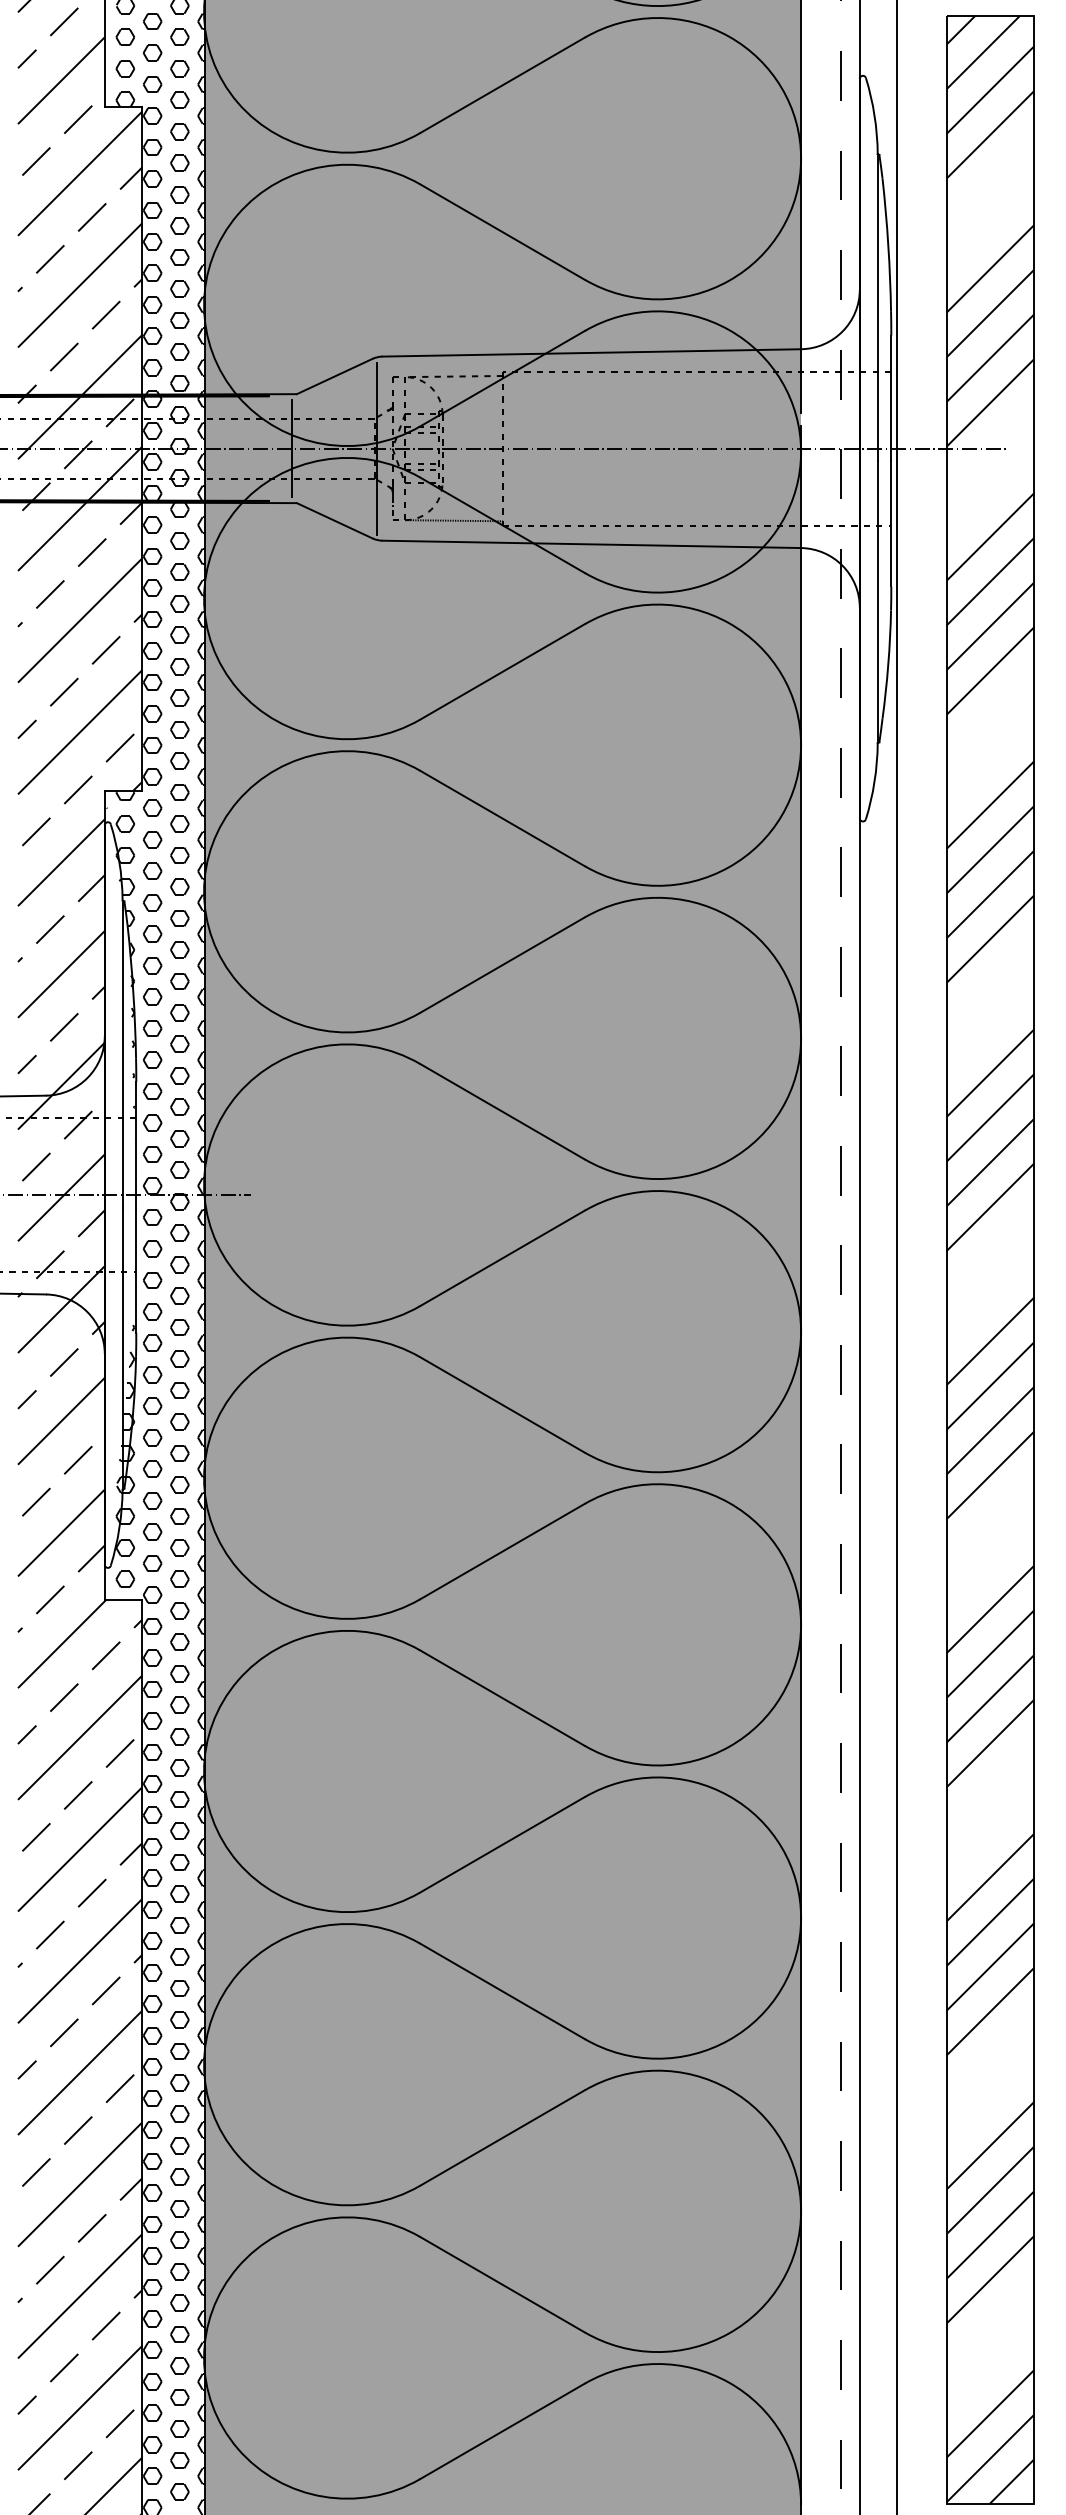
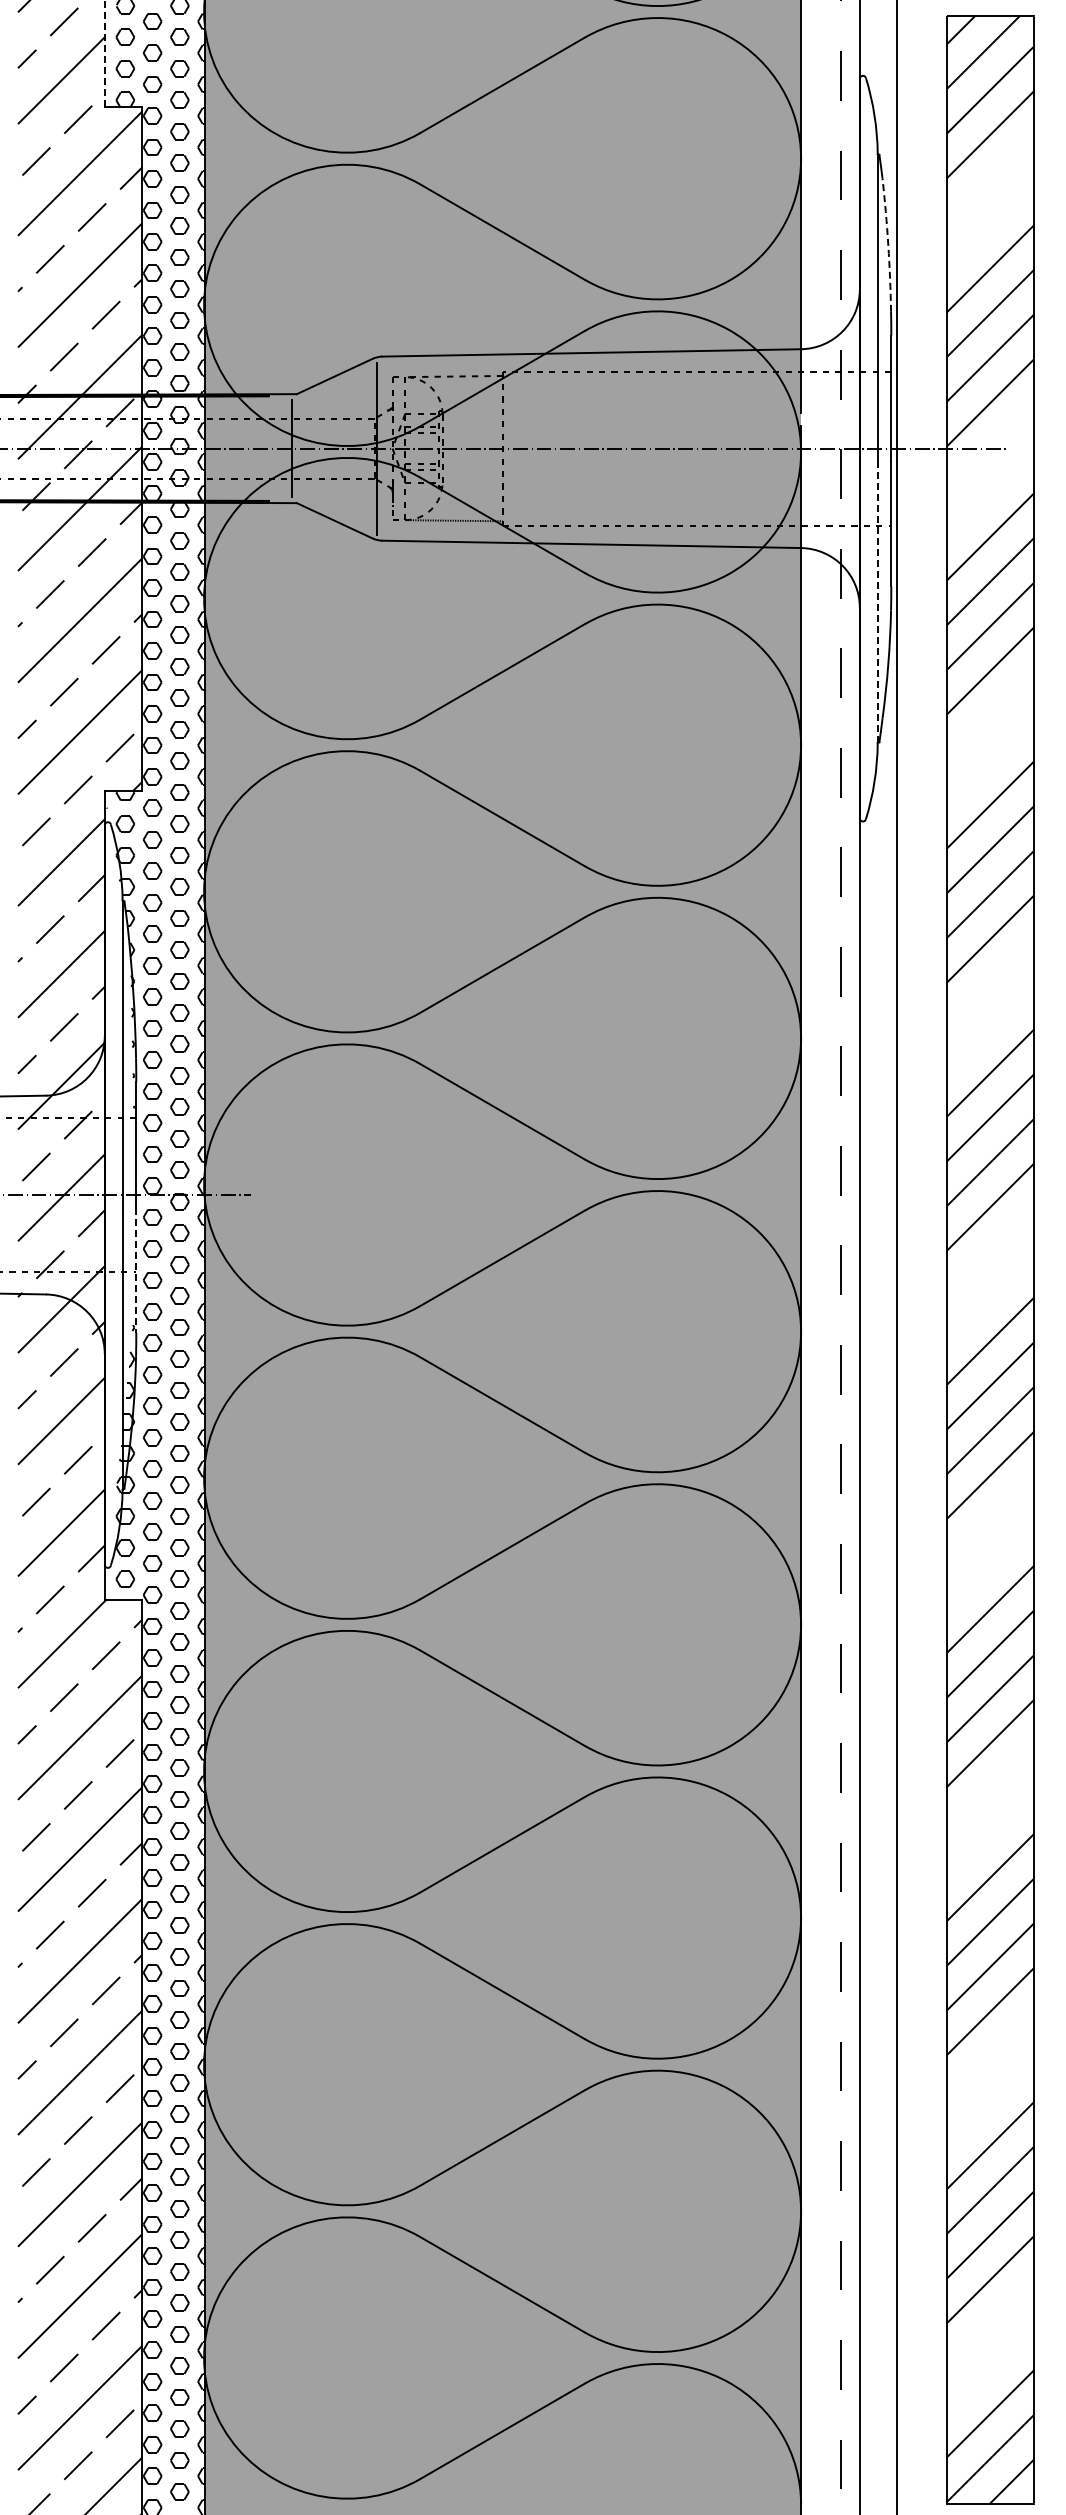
line at (104, 53): solid -> dashed
arc at (888, 245): solid -> dashed
line at (877, 601): solid -> dashed
line at (136, 1270): solid -> dashed
